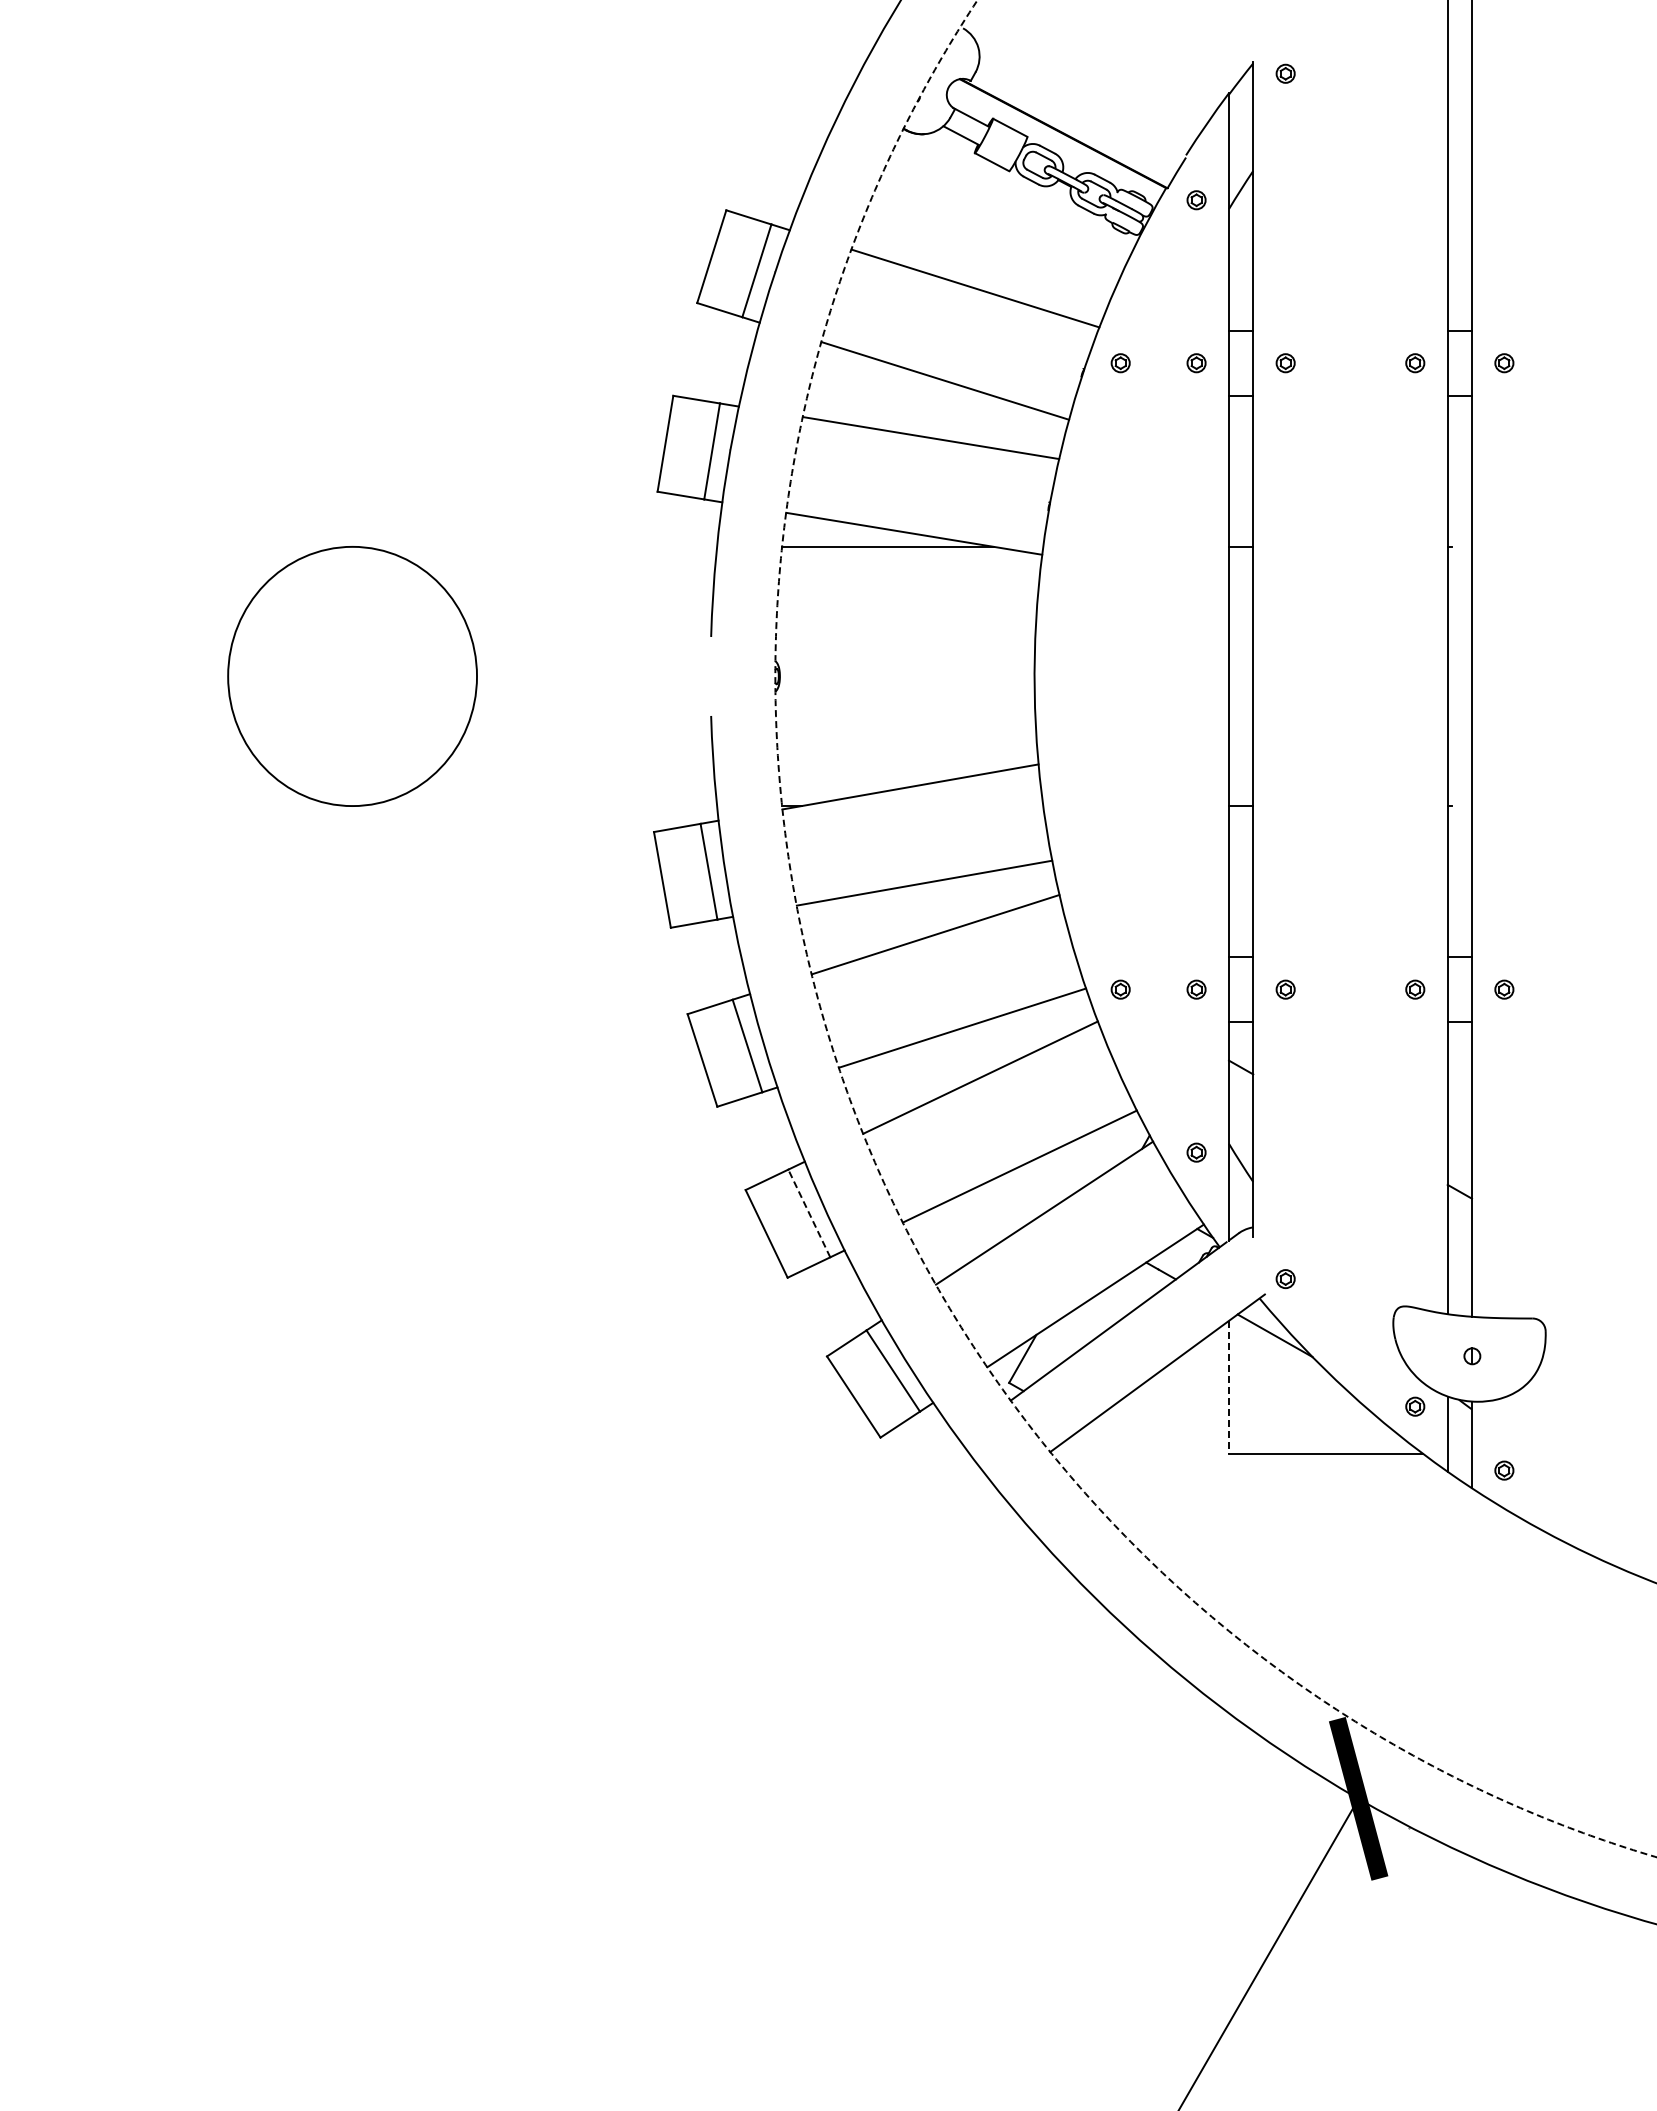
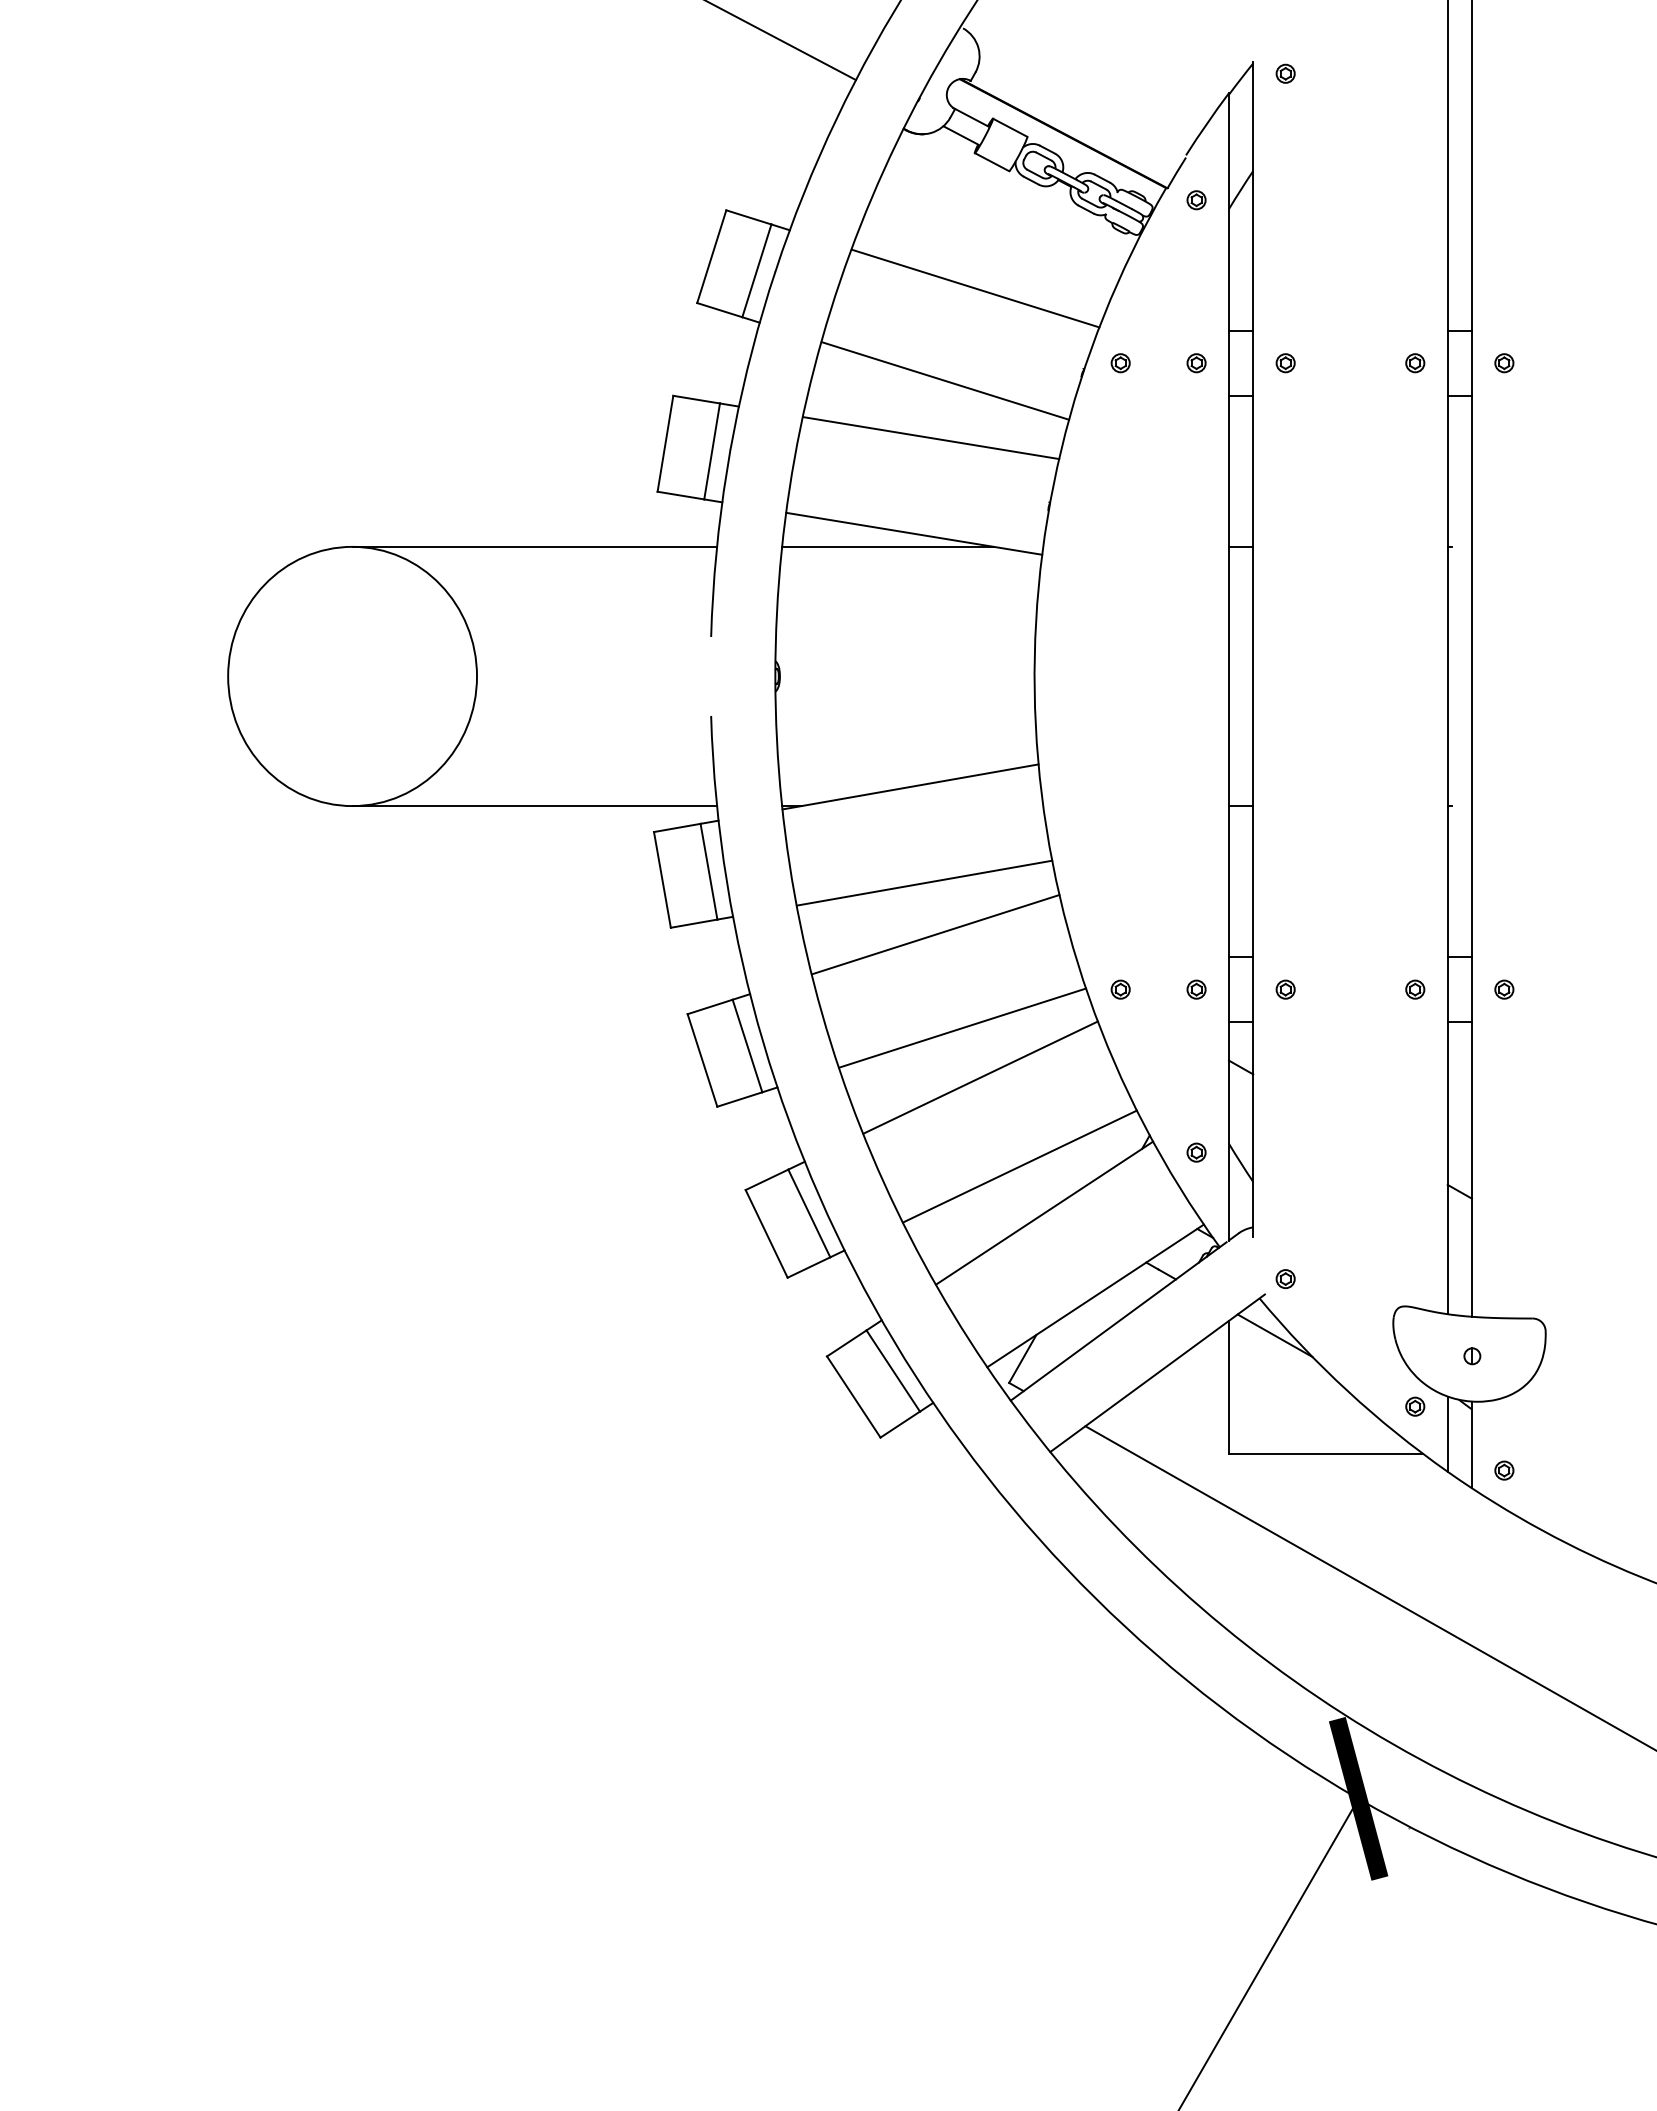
line at (781, 41): none -> present
line at (534, 546): none -> present
line at (534, 806): none -> present
circle at (1215, 928): dashed -> solid
line at (809, 1213): dashed -> solid
line at (1228, 1387): dashed -> solid
line at (1369, 1587): none -> present
